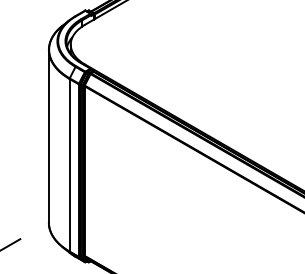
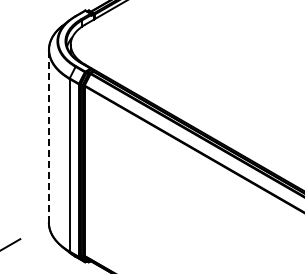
line at (48, 135): solid -> dashed
